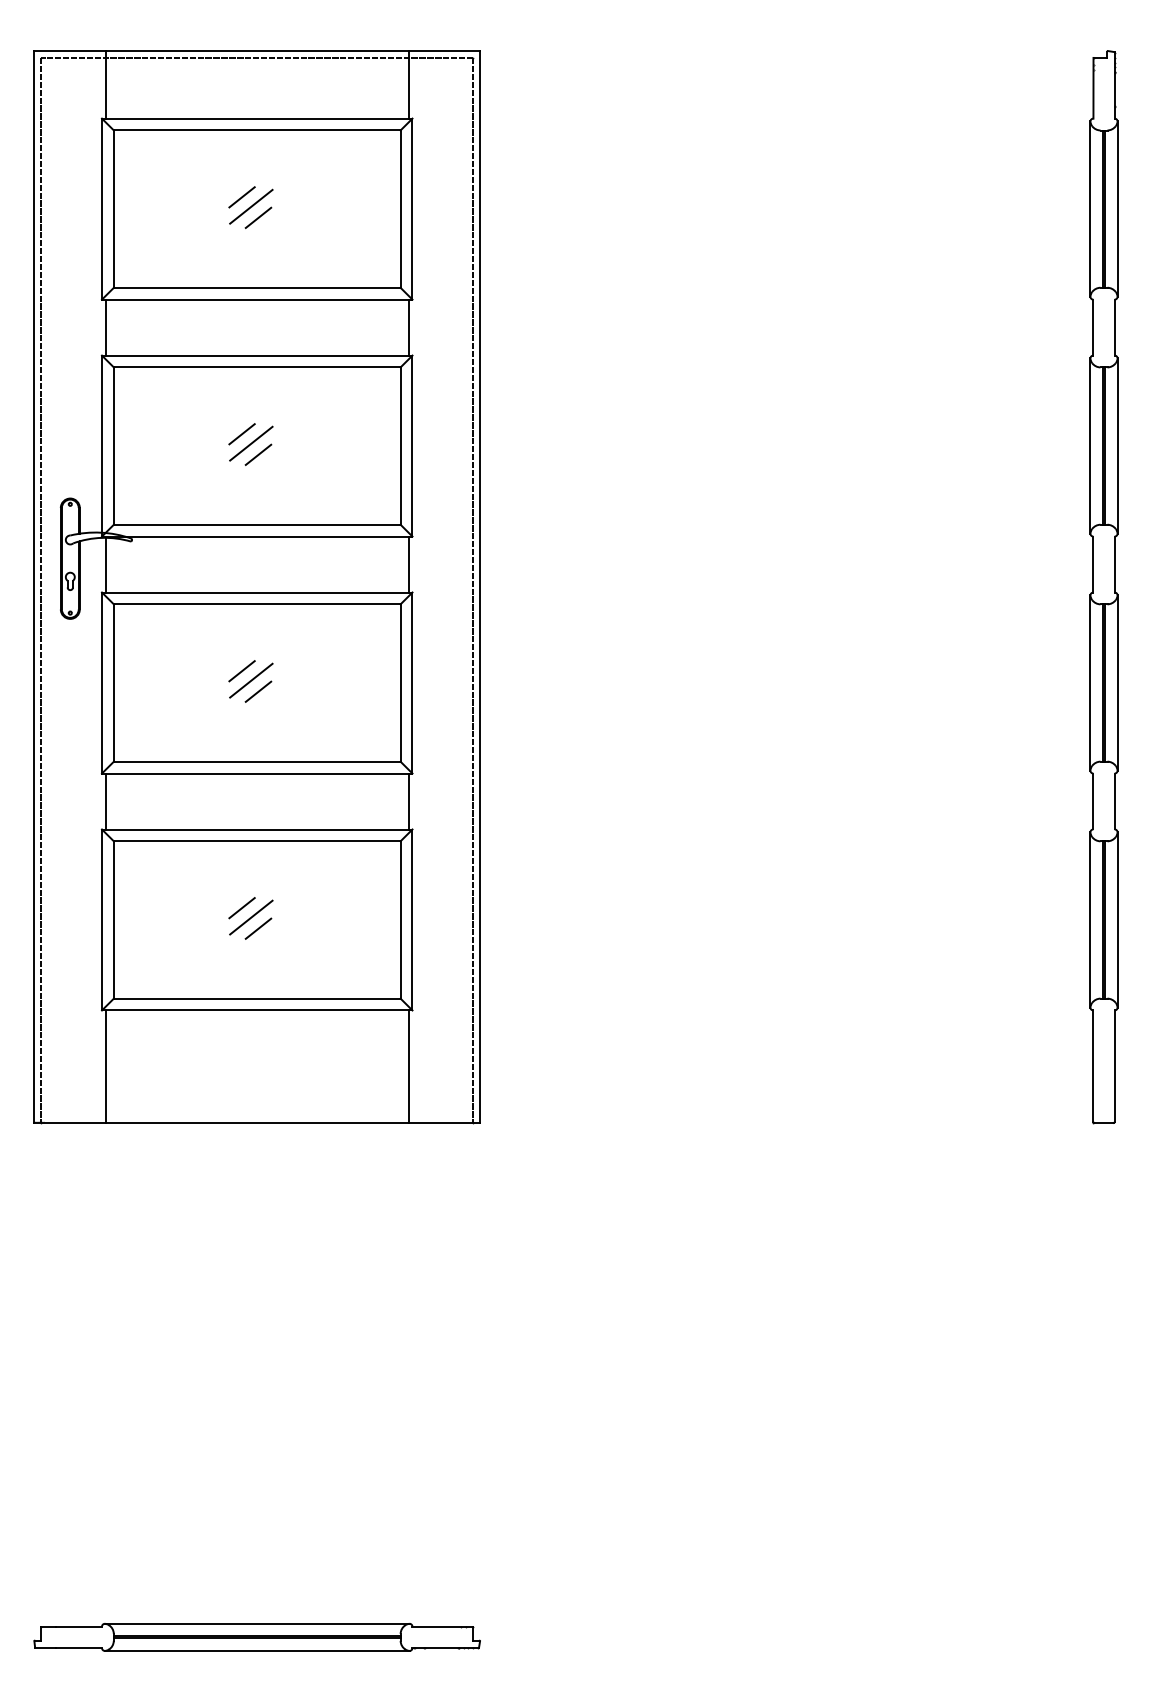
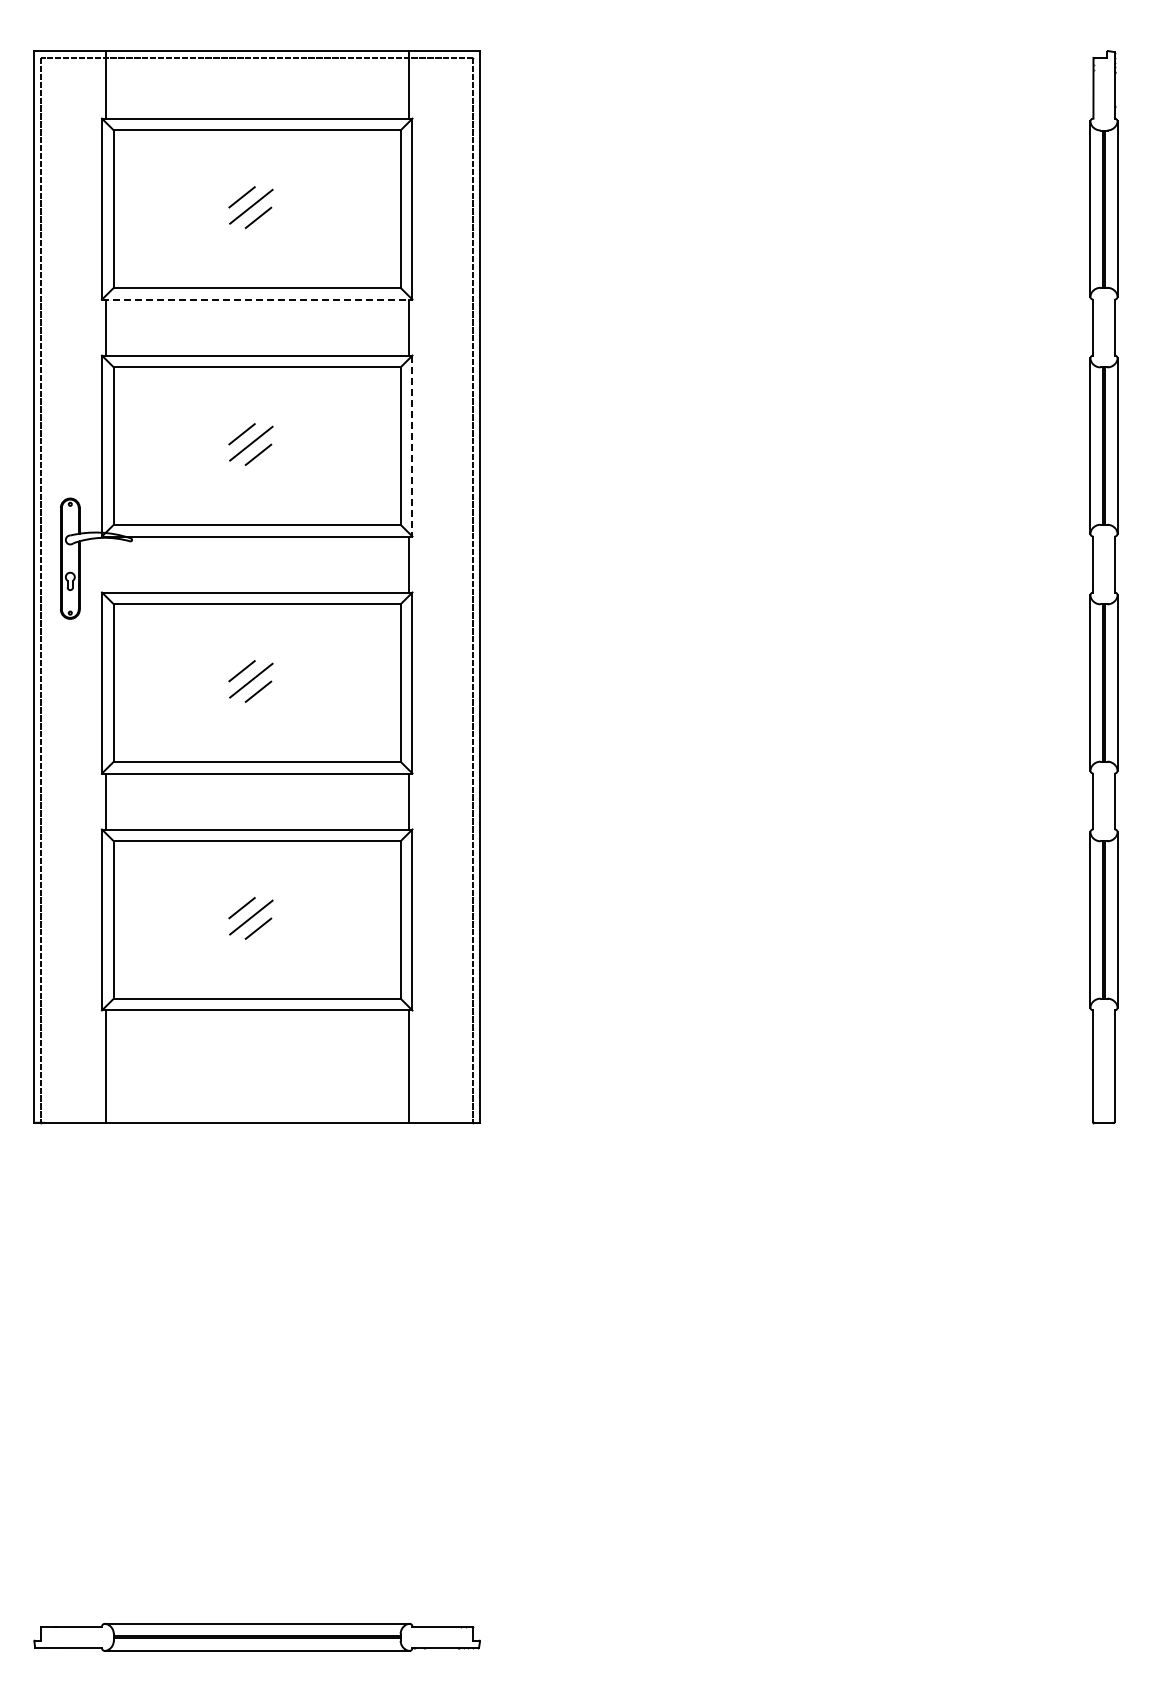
line at (257, 299): solid -> dashed
line at (412, 446): solid -> dashed
line at (105, 564): present -> none
